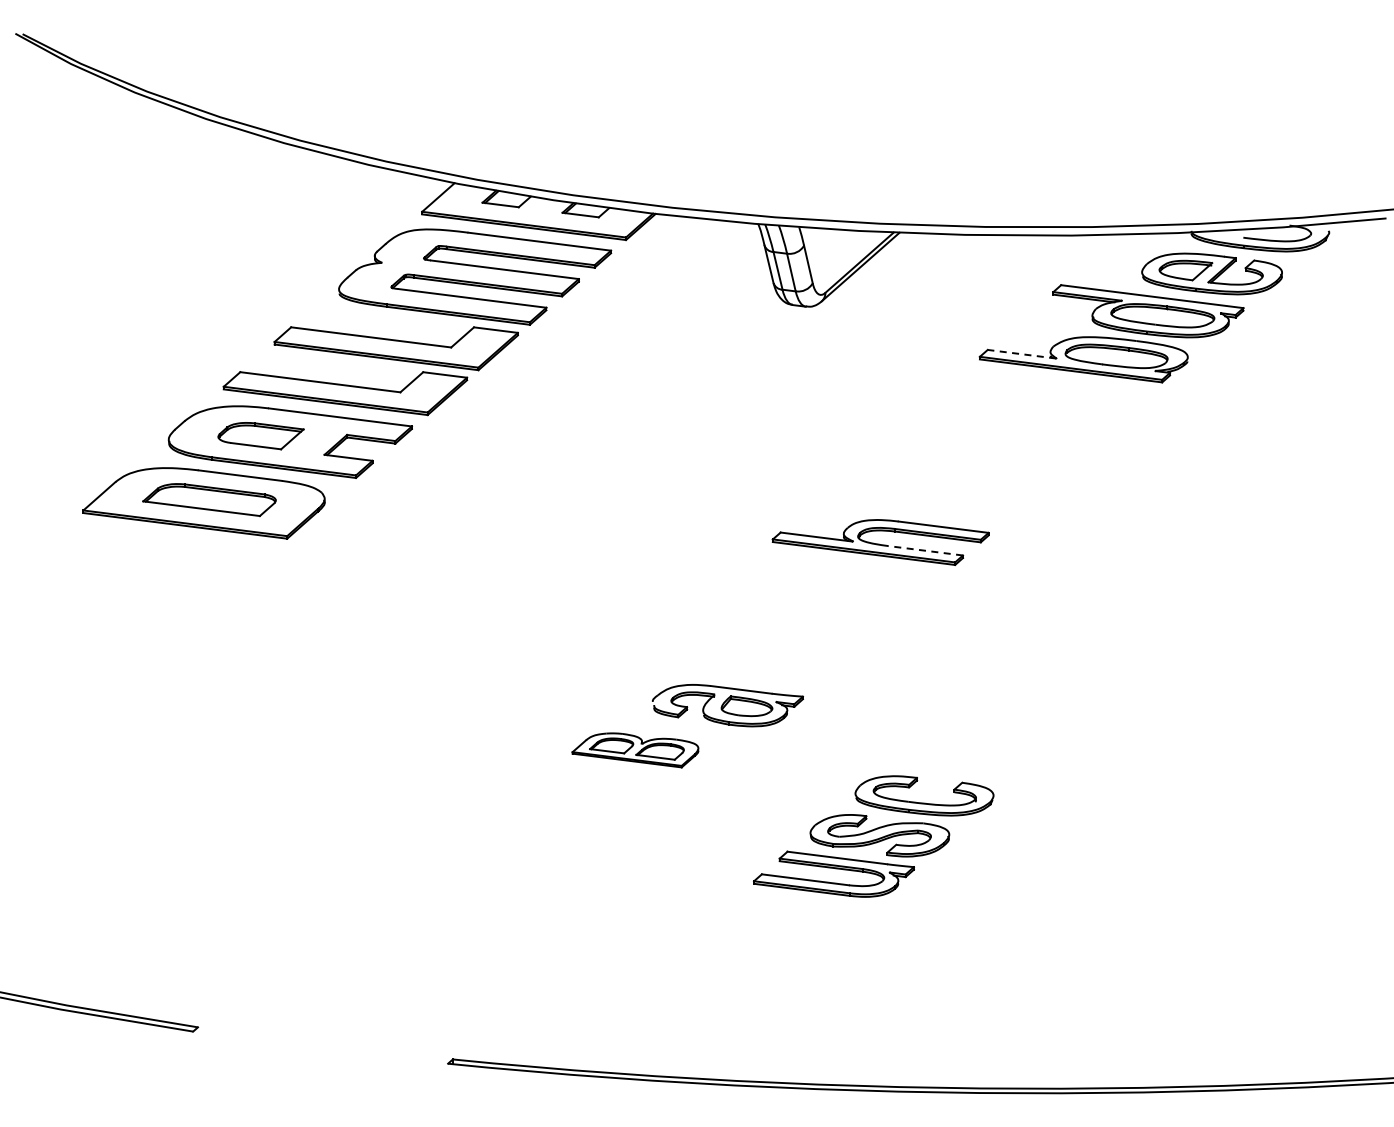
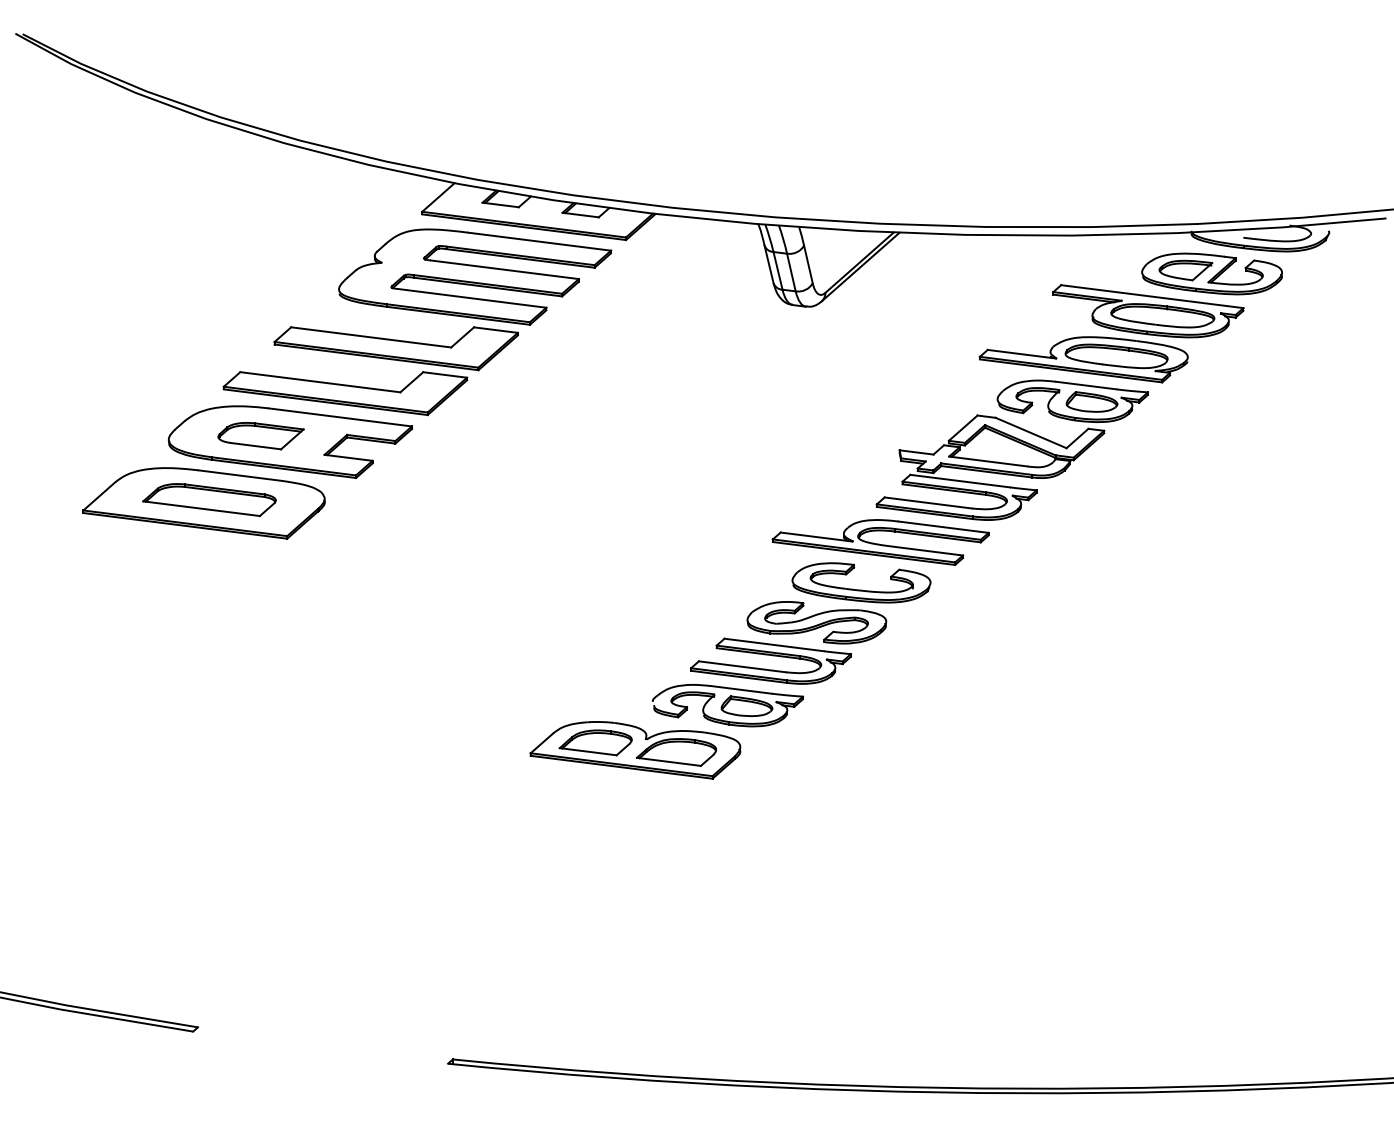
line at (1021, 354): dashed -> solid
part at (1011, 449): none -> present
line at (925, 550): dashed -> solid
part at (635, 750) size: 129x37 px -> 213x59 px
part at (873, 836) position: (873, 836) -> (810, 623)
